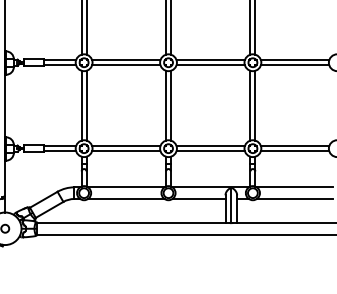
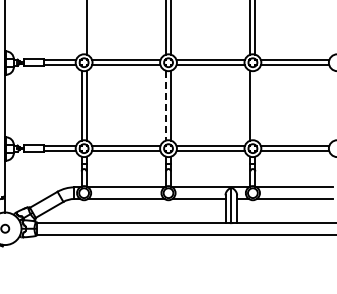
line at (81, 28): present -> none
line at (166, 105): solid -> dashed
line at (255, 105): present -> none
